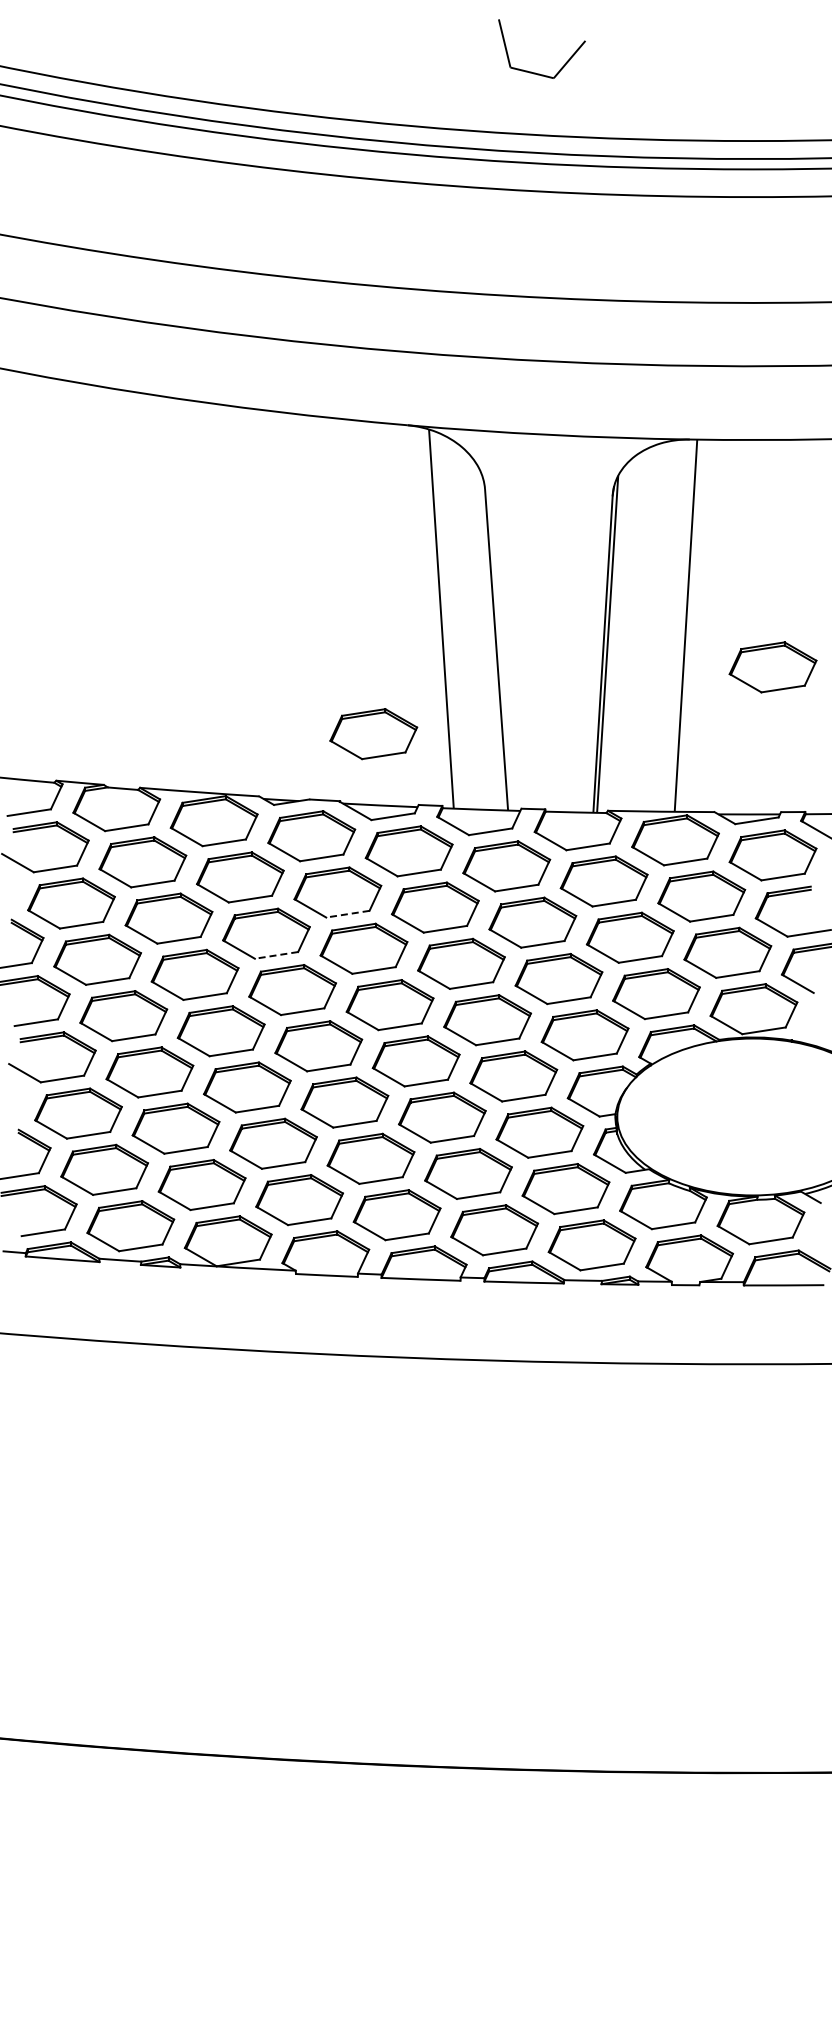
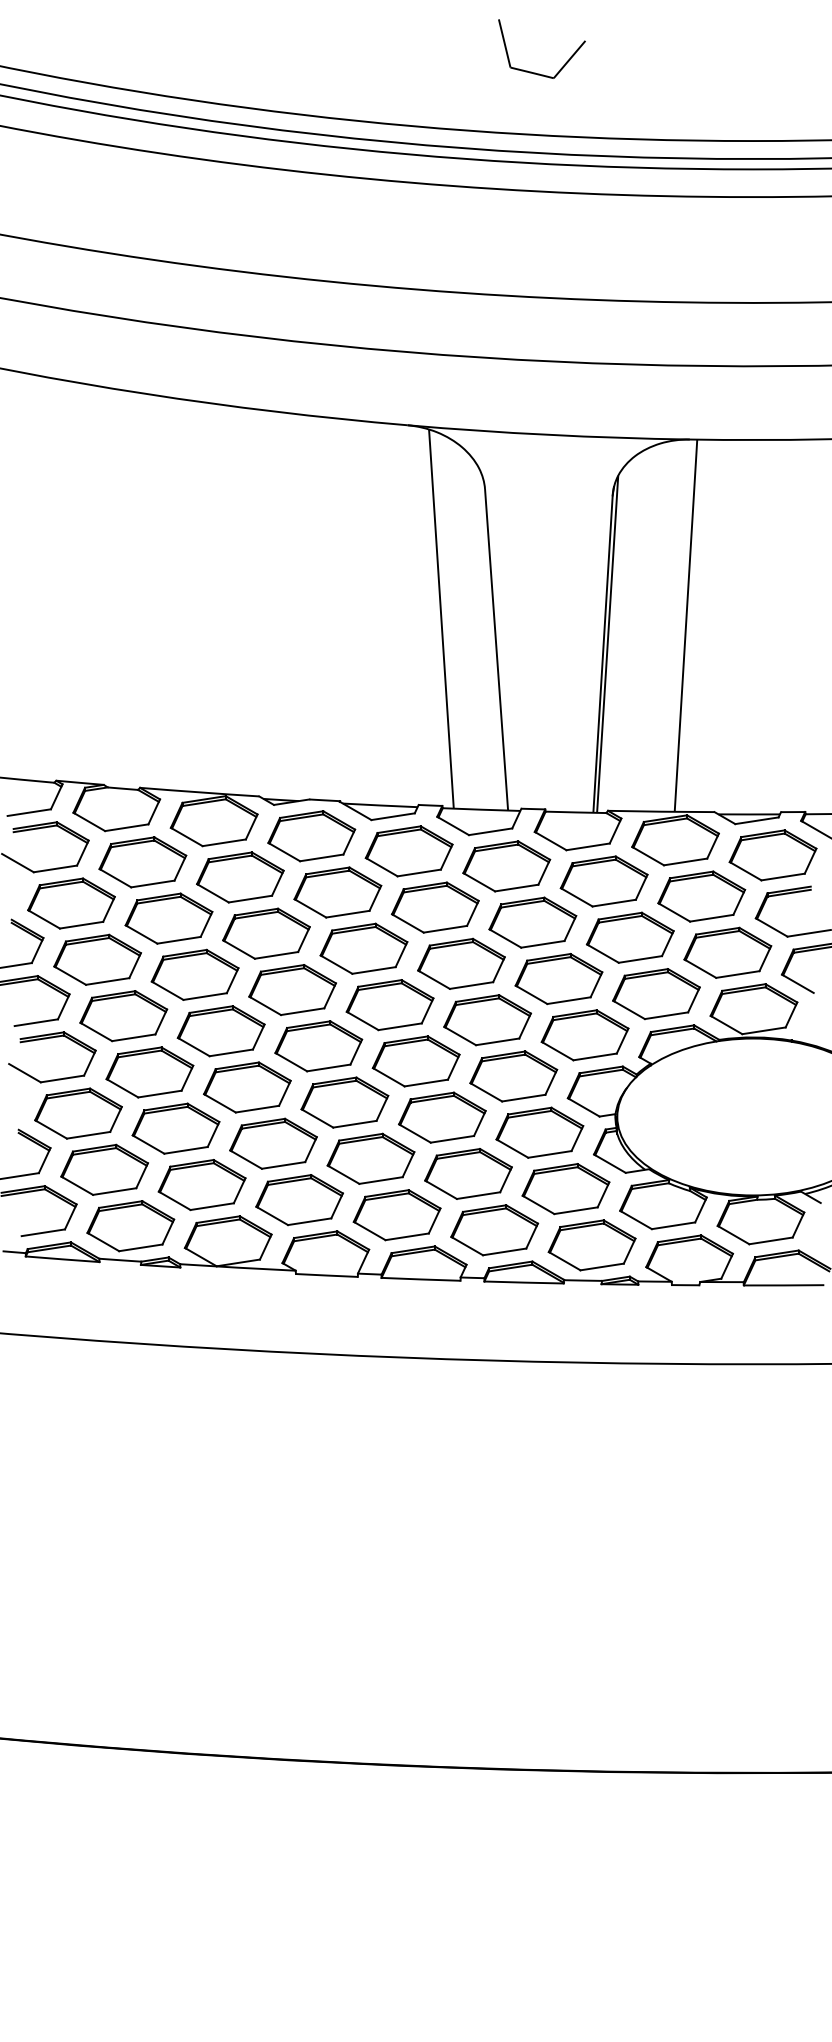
part at (772, 667): present -> none
part at (373, 734): present -> none
line at (347, 914): dashed -> solid
line at (276, 955): dashed -> solid
